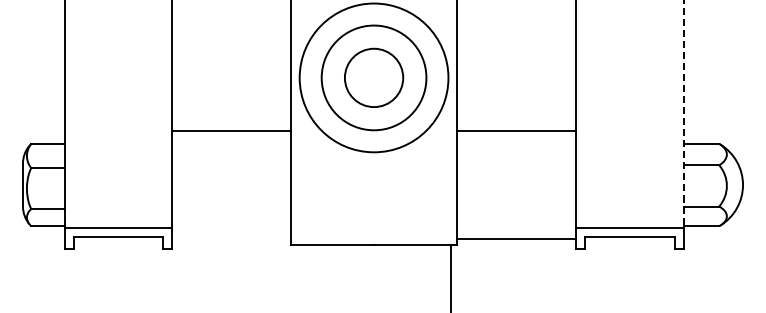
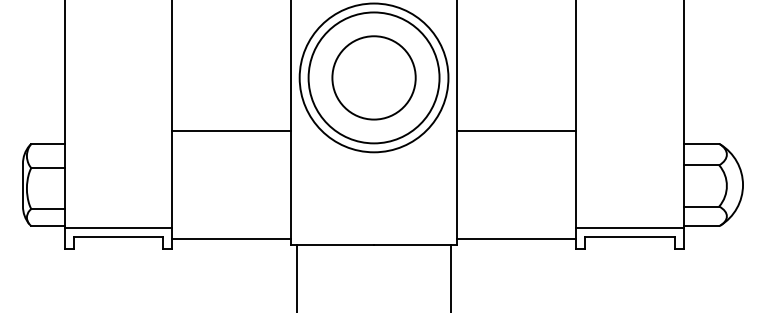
circle at (373, 77) diameter: 105 px -> 131 px
circle at (373, 77) diameter: 58 px -> 83 px
line at (683, 114): dashed -> solid
line at (230, 238): none -> present
line at (296, 276): none -> present
